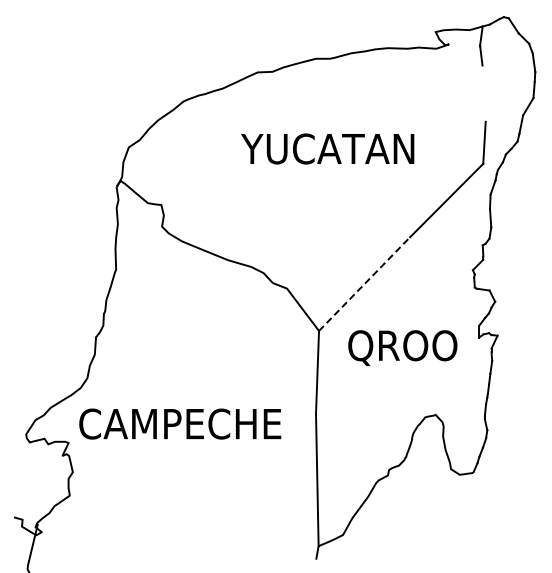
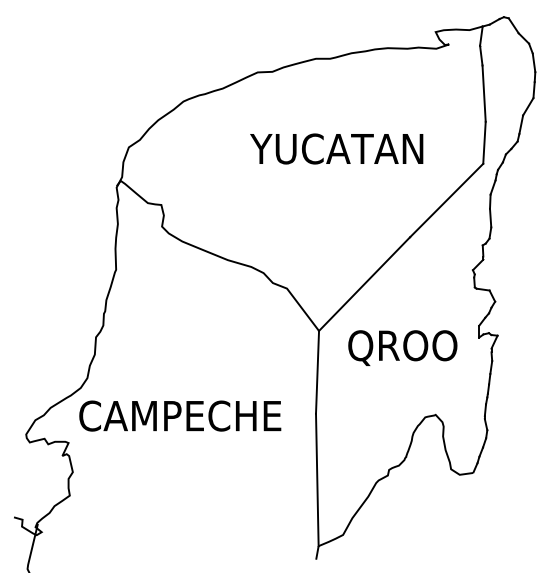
line at (483, 93): none -> present
text at (327, 148) position: (327, 148) -> (336, 148)
line at (364, 283): dashed -> solid
text at (180, 423) position: (180, 423) -> (180, 415)
